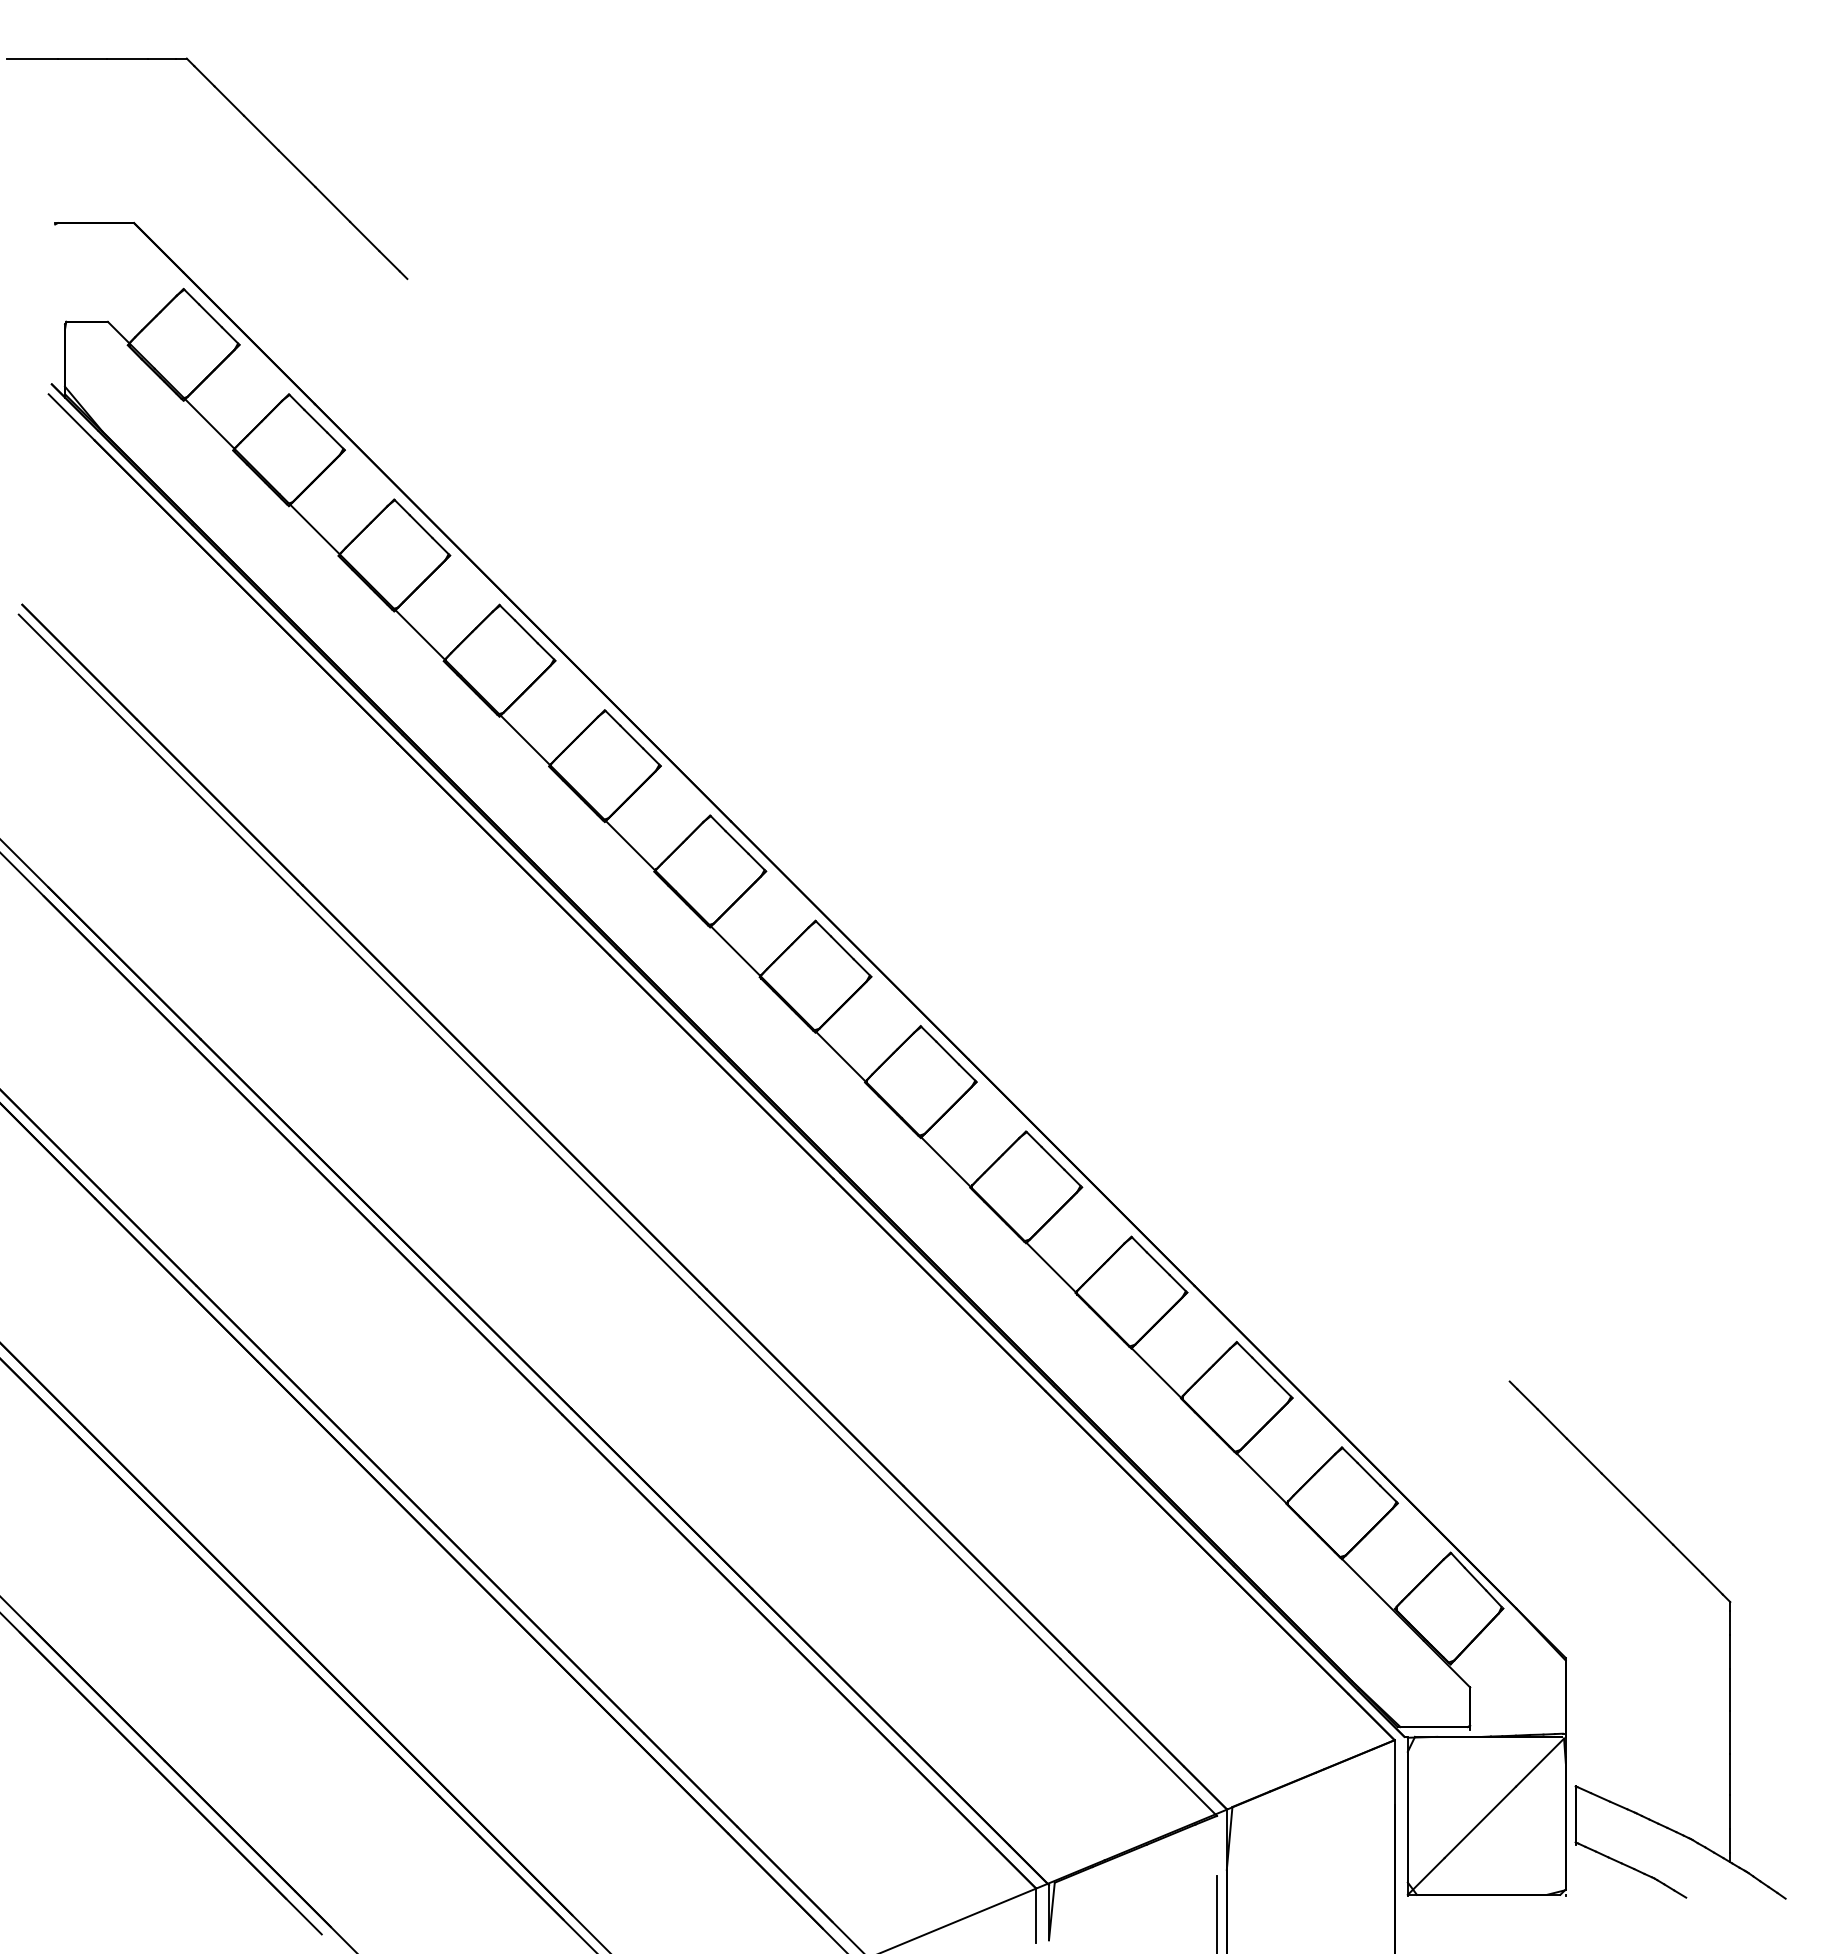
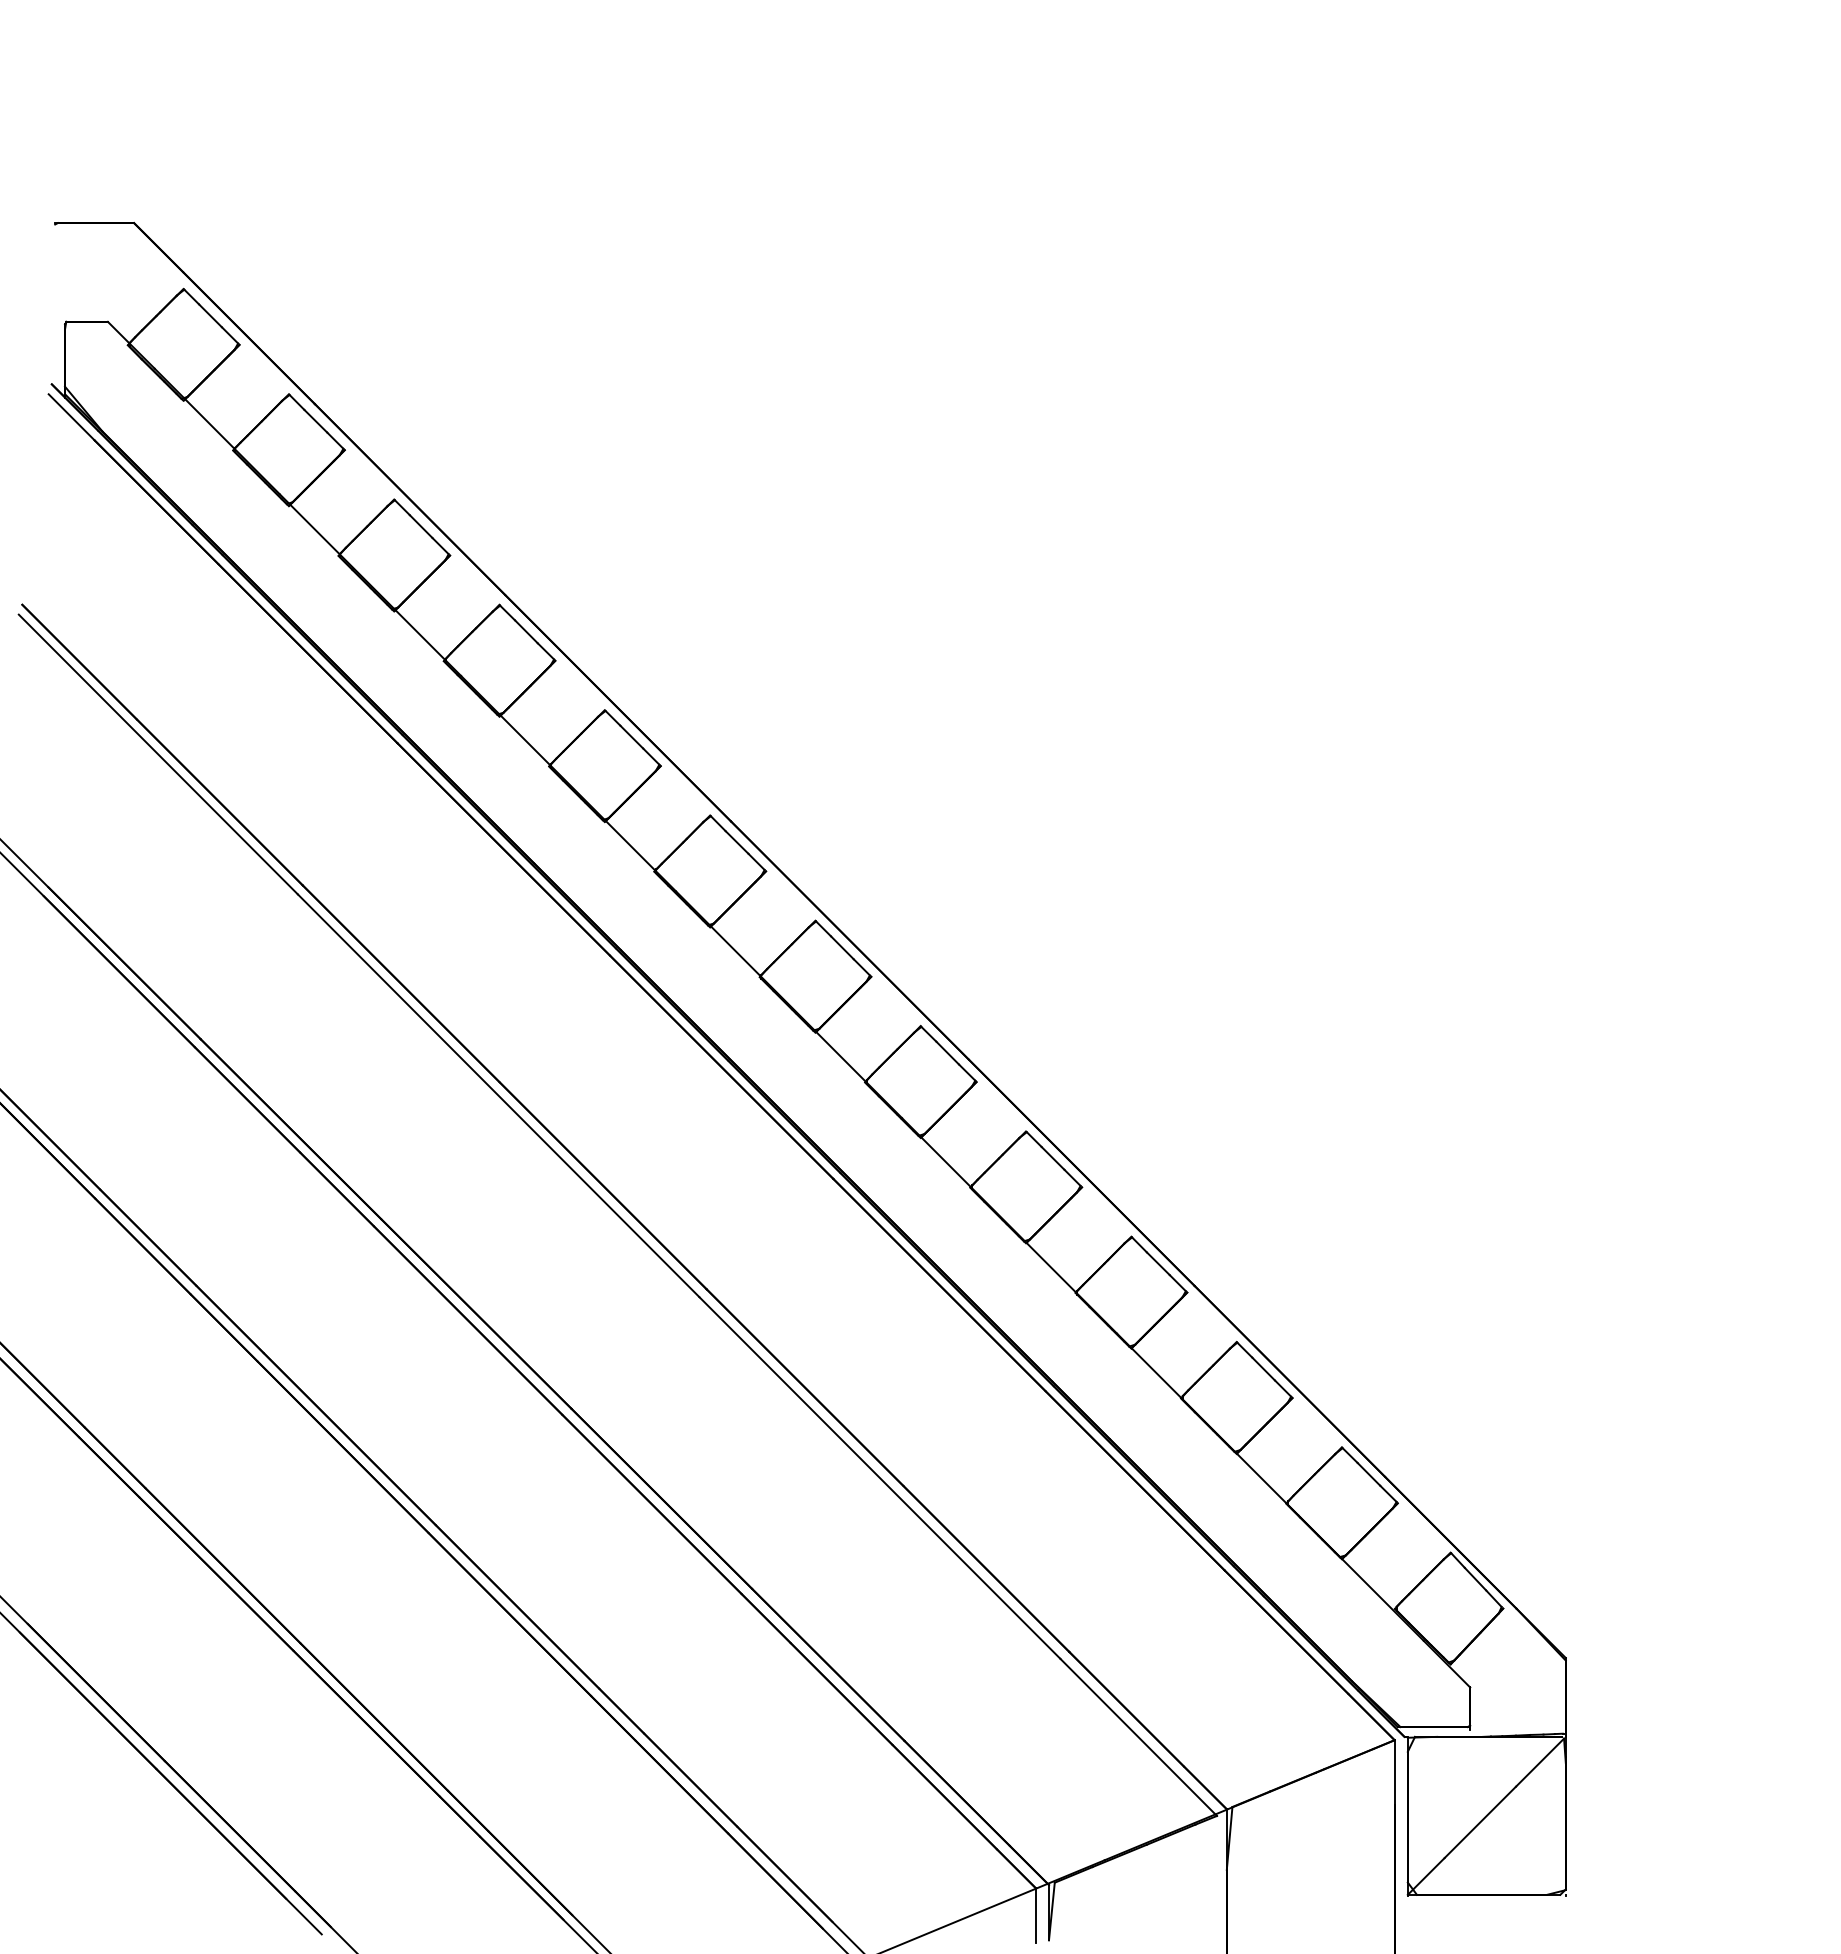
part at (251, 124): present -> none
part at (1729, 1639): present -> none
line at (1216, 1913): present -> none
